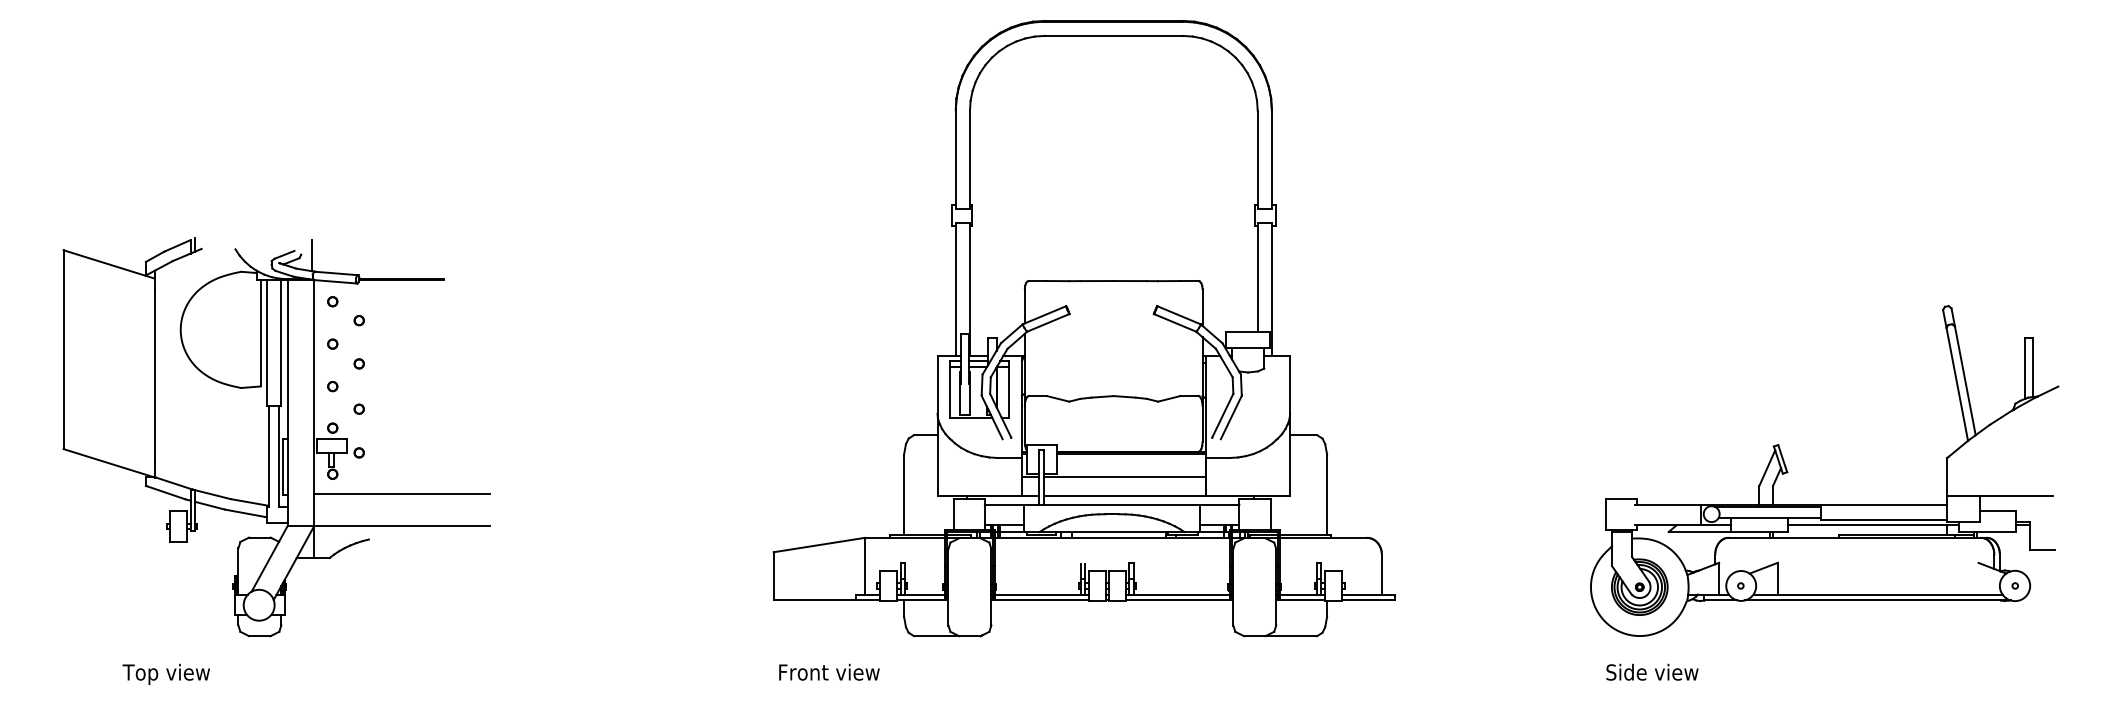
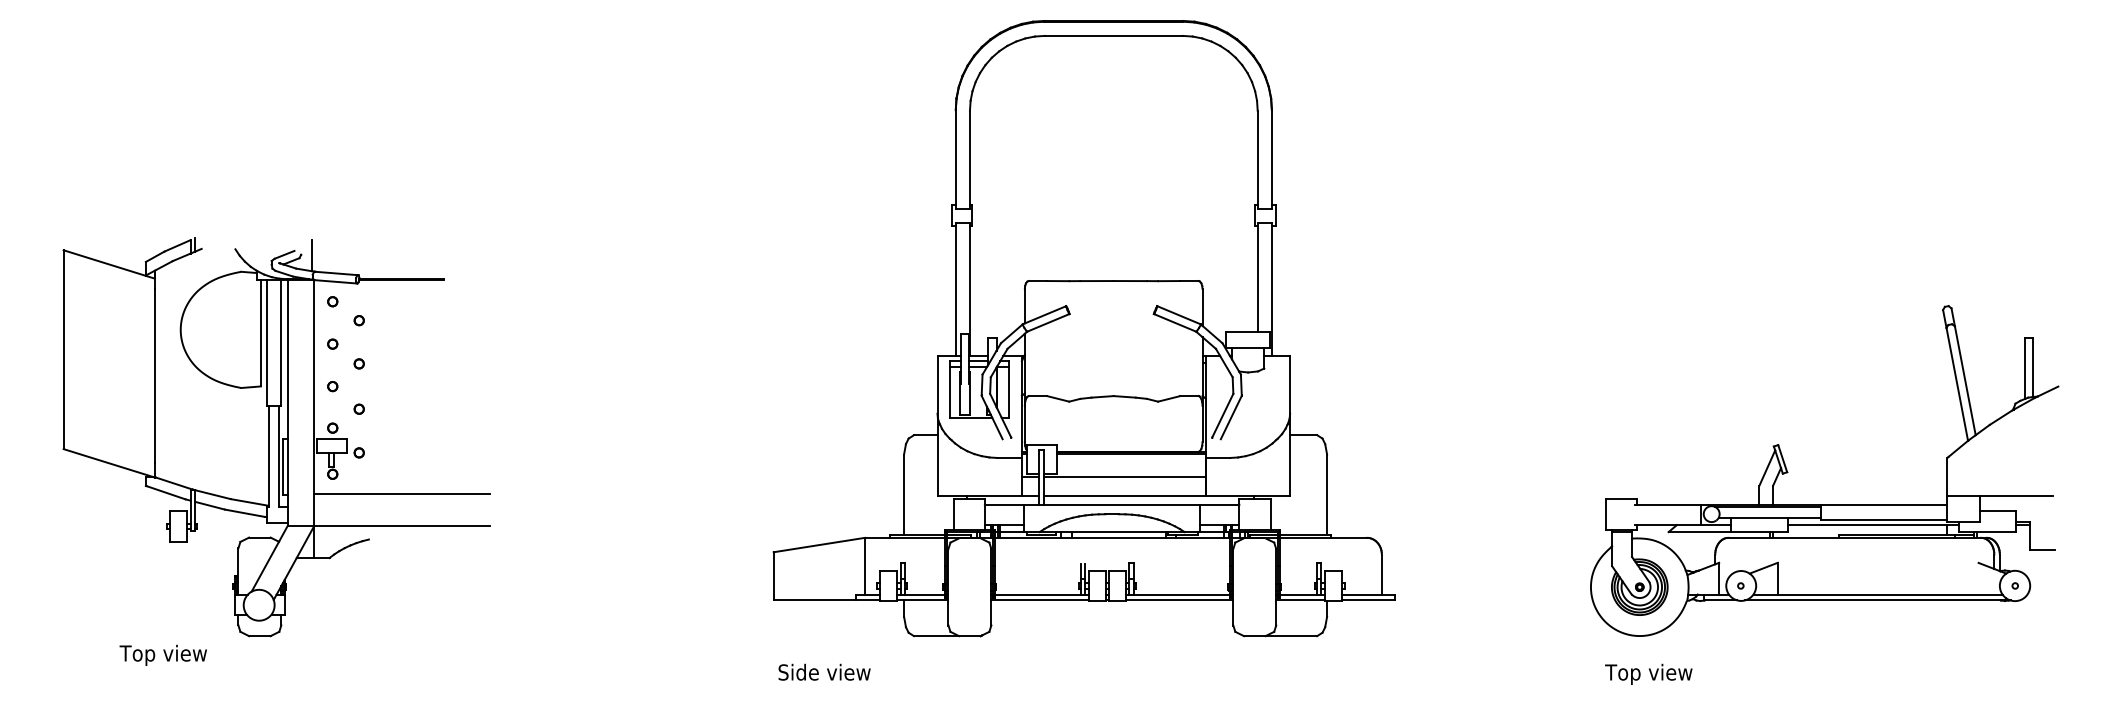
text at (828, 671): Front view -> Side view
text at (165, 673) position: (165, 673) -> (162, 654)
text at (1651, 673): Side view -> Top view
